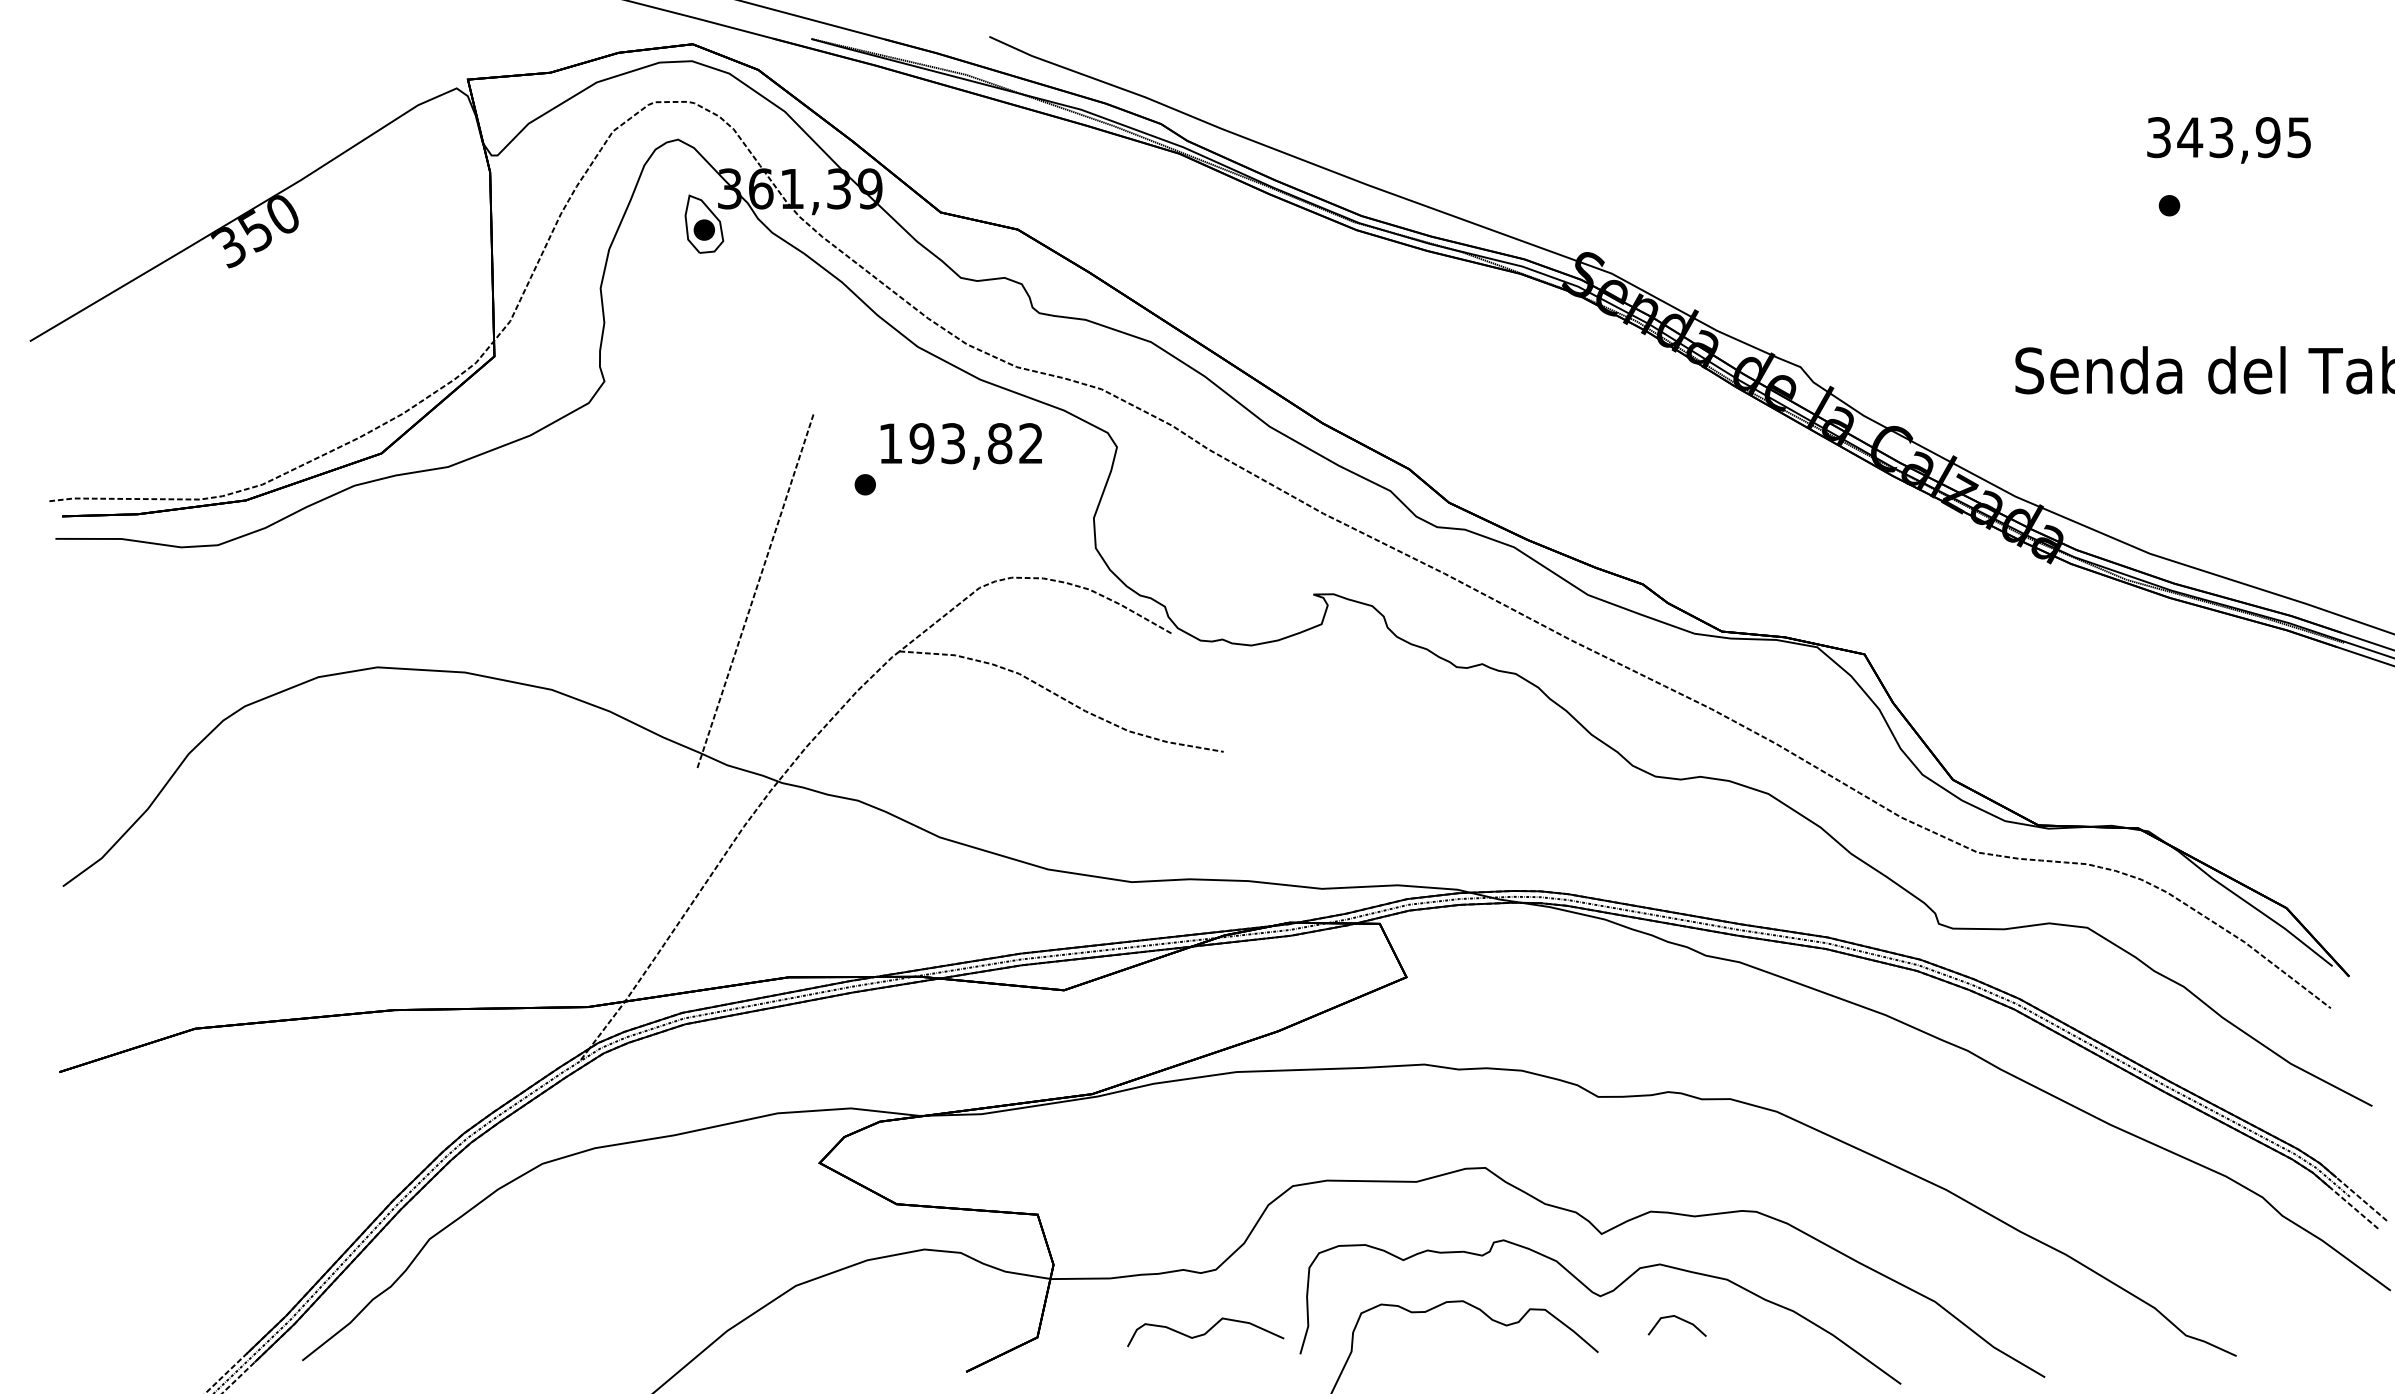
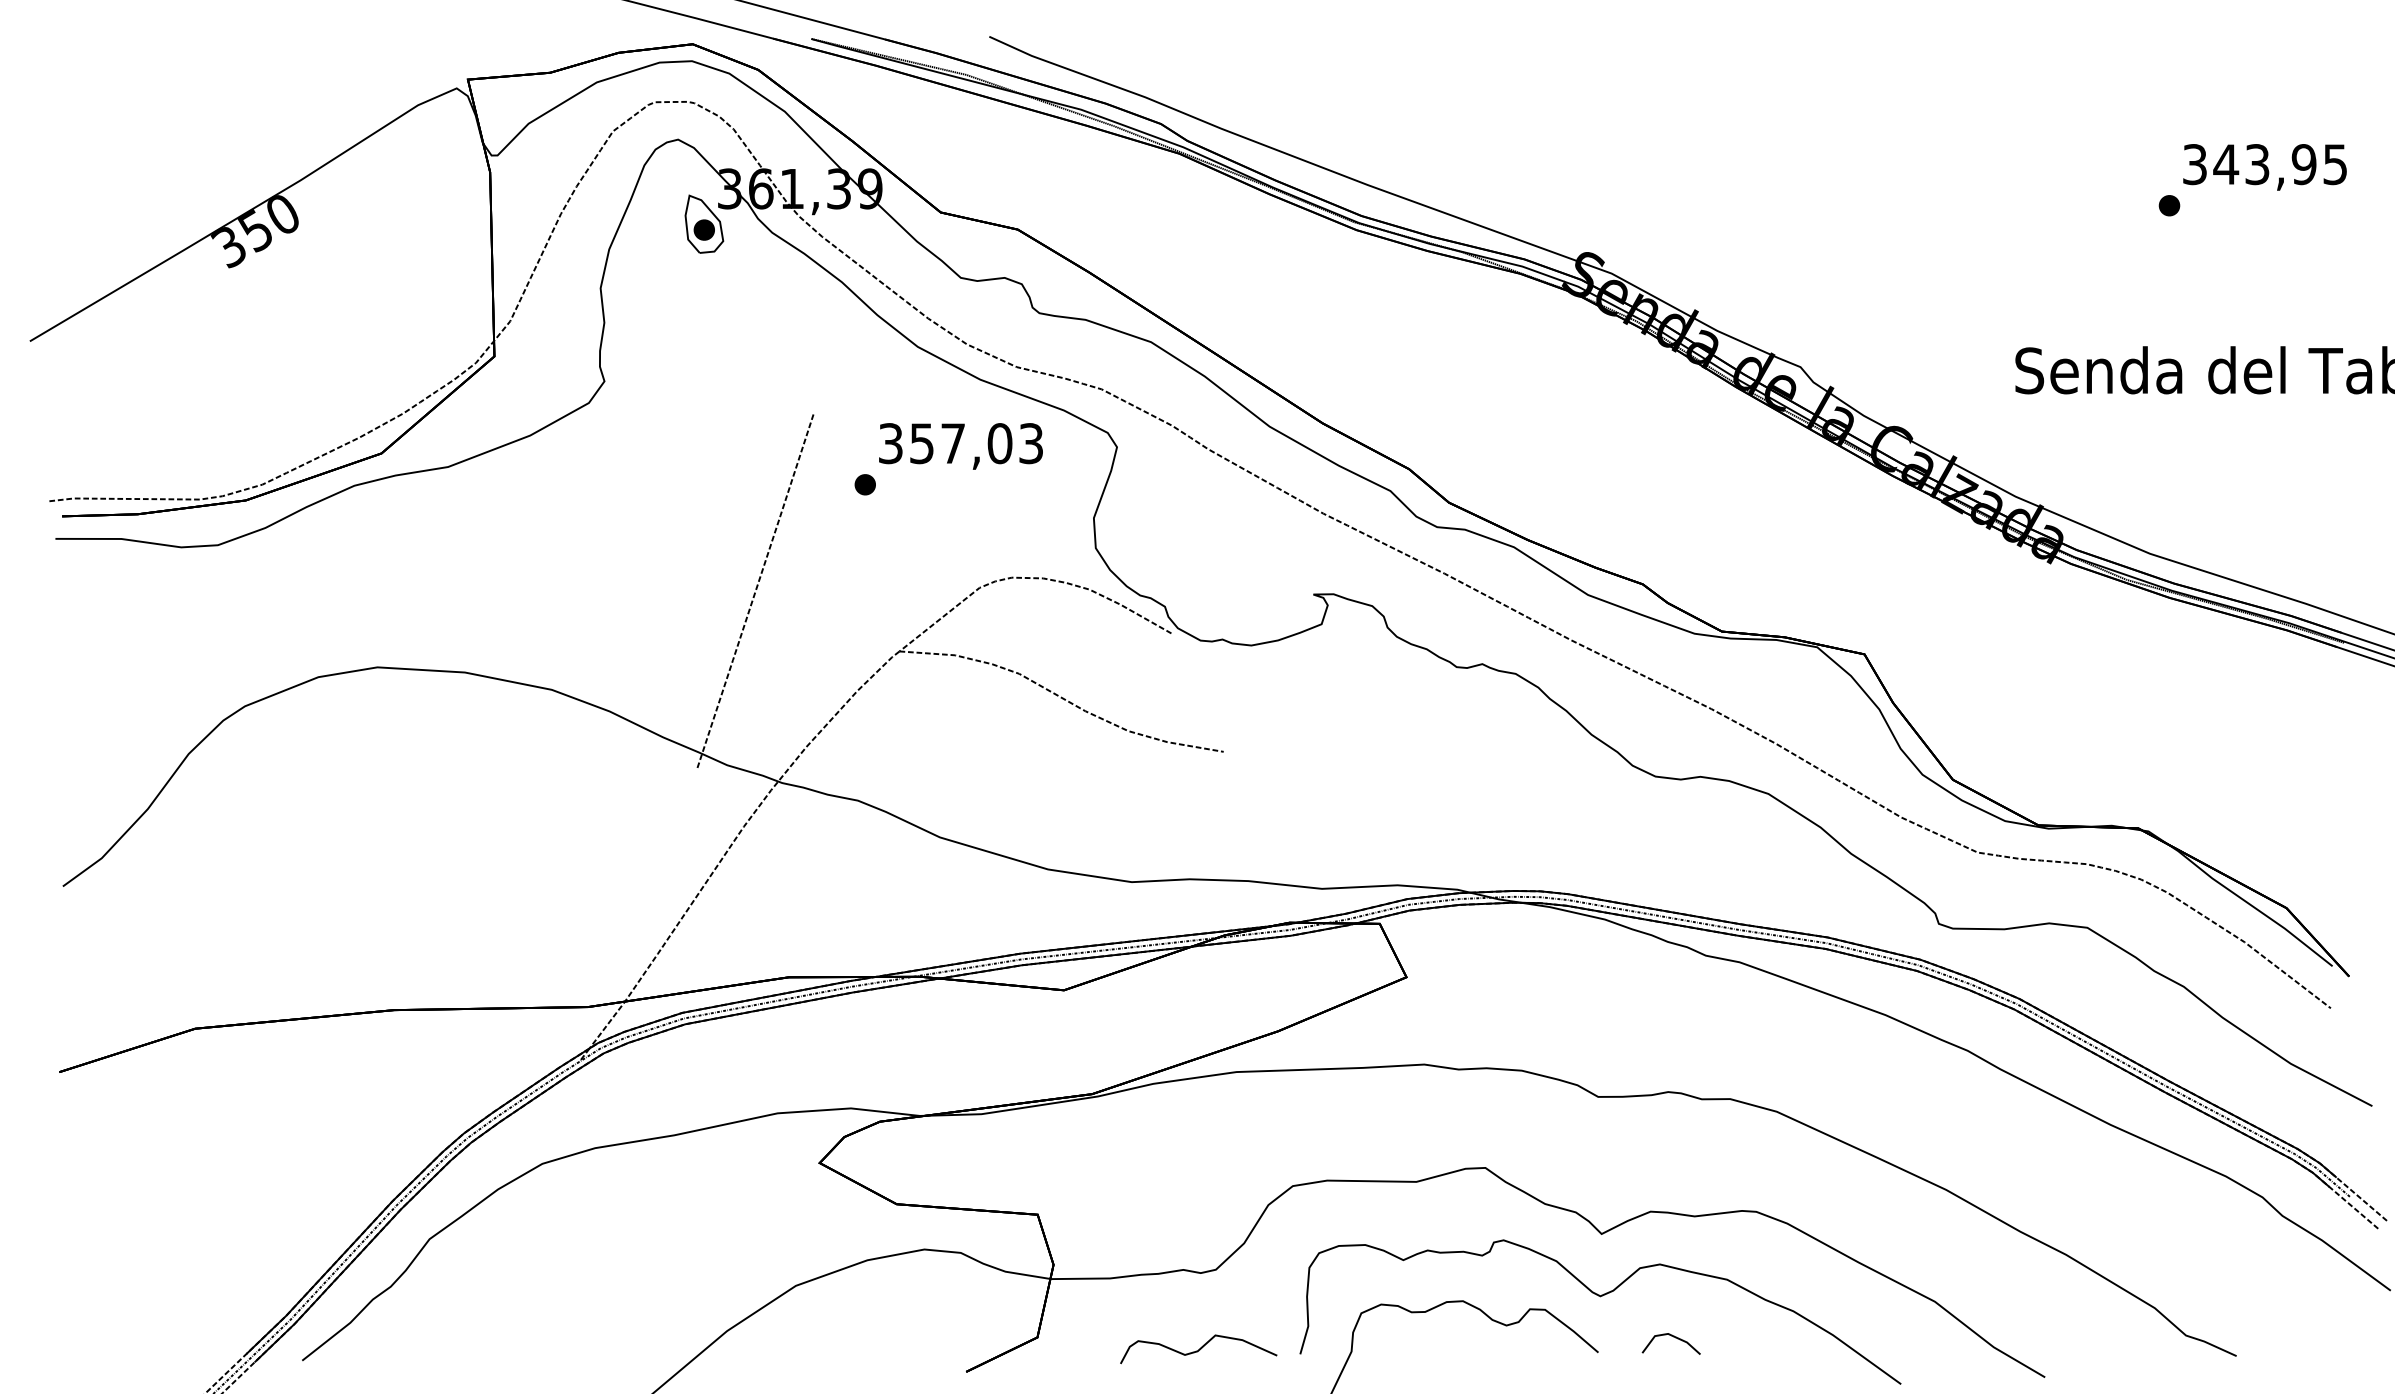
text at (2228, 140) position: (2228, 140) -> (2264, 167)
text at (960, 443): 193,82 -> 357,03
line at (1679, 1319) position: (1679, 1319) -> (1673, 1337)
curve at (1205, 1332) position: (1205, 1332) -> (1198, 1349)
